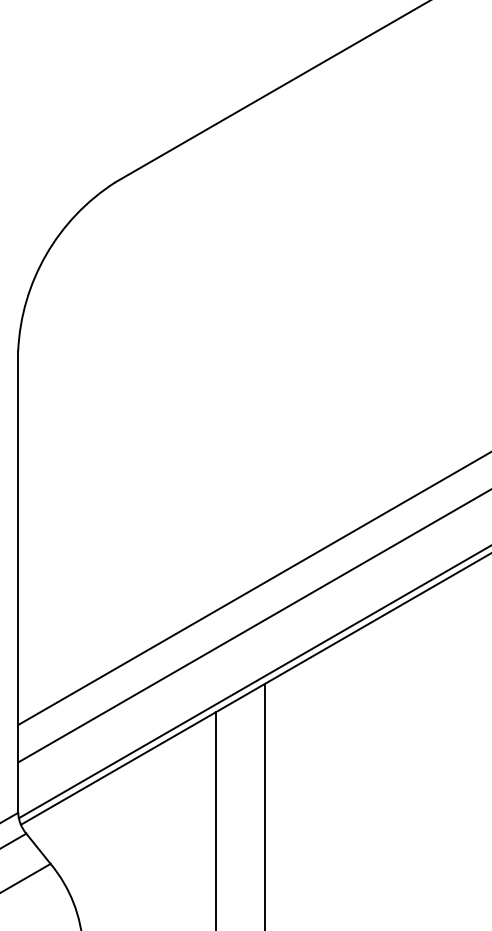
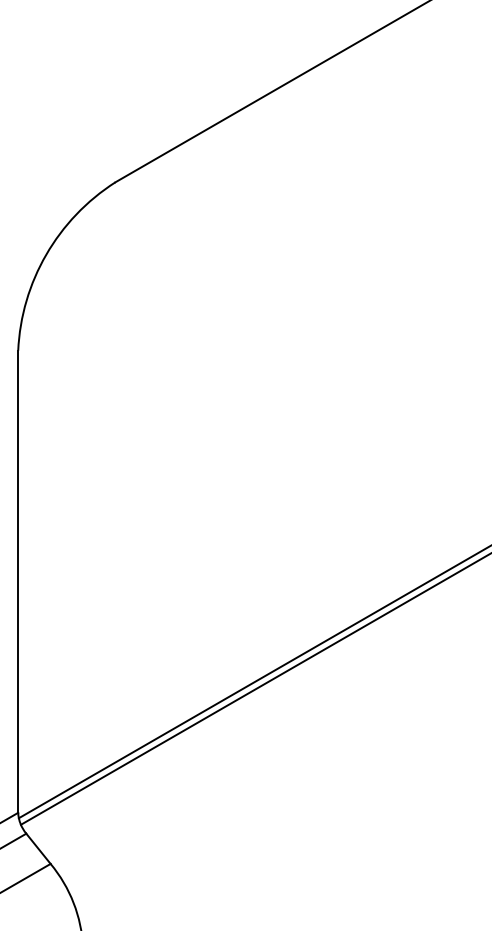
line at (253, 589): present -> none
line at (253, 626): present -> none
line at (264, 805): present -> none
line at (215, 819): present -> none
